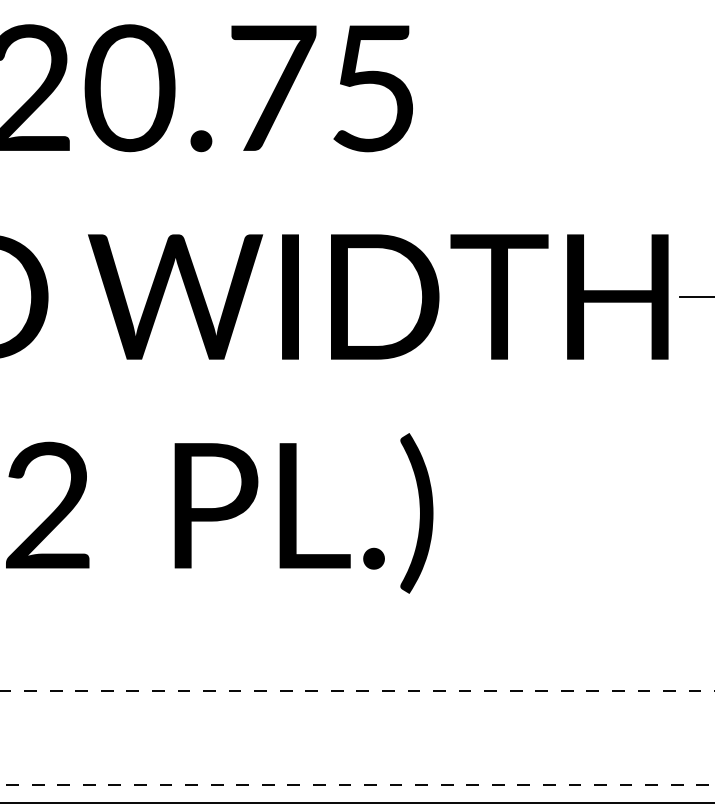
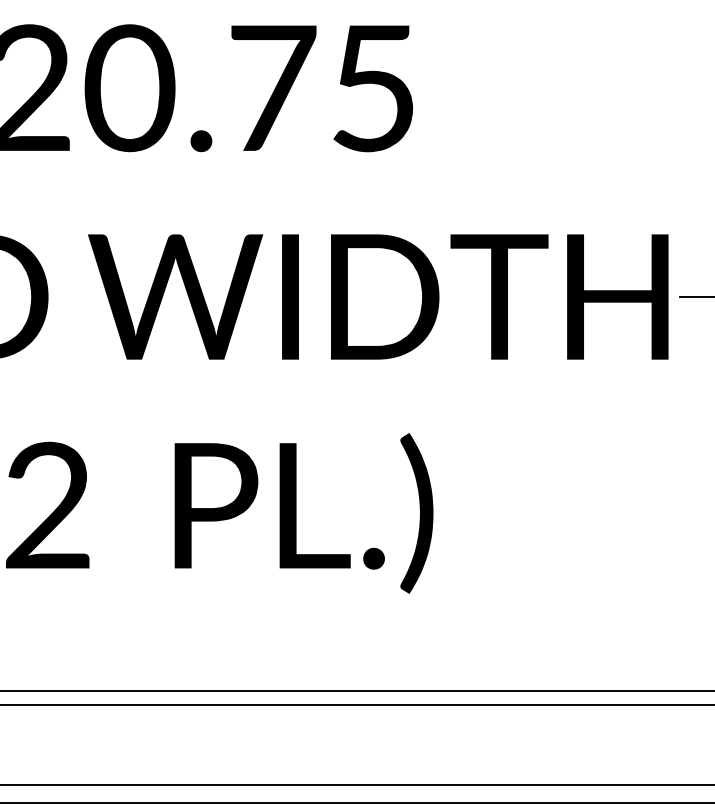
line at (358, 691): dashed -> solid
line at (356, 704): none -> present
line at (357, 784): dashed -> solid
